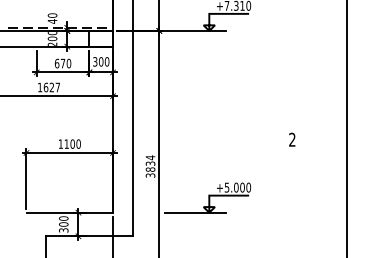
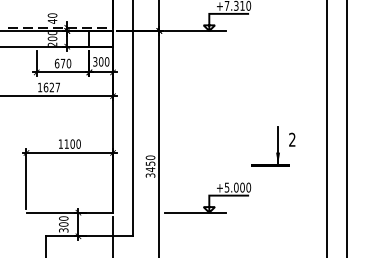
line at (327, 128): none -> present
part at (277, 146): none -> present
text at (150, 163): 3834 -> 3450
